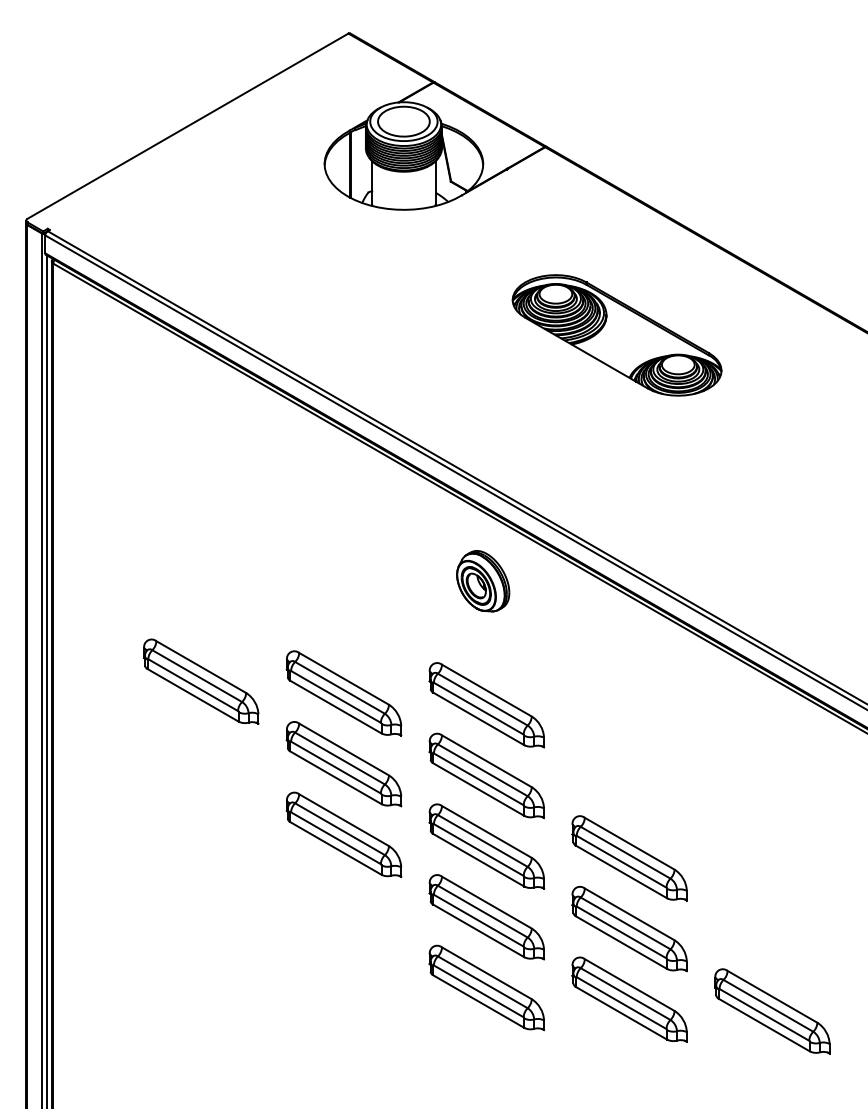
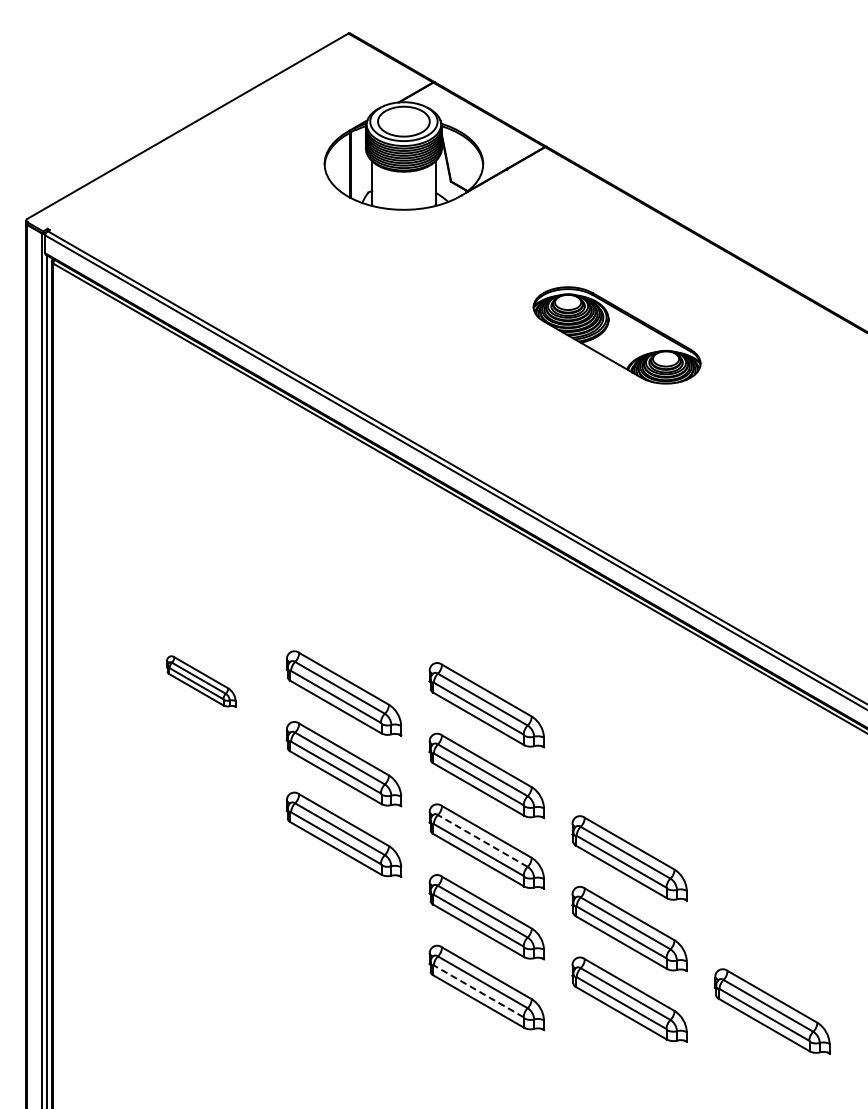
part at (616, 335) size: 212x123 px -> 170x99 px
part at (483, 581): present -> none
part at (201, 681) size: 117x87 px -> 72x53 px
line at (482, 840): solid -> dashed
line at (478, 991): solid -> dashed
